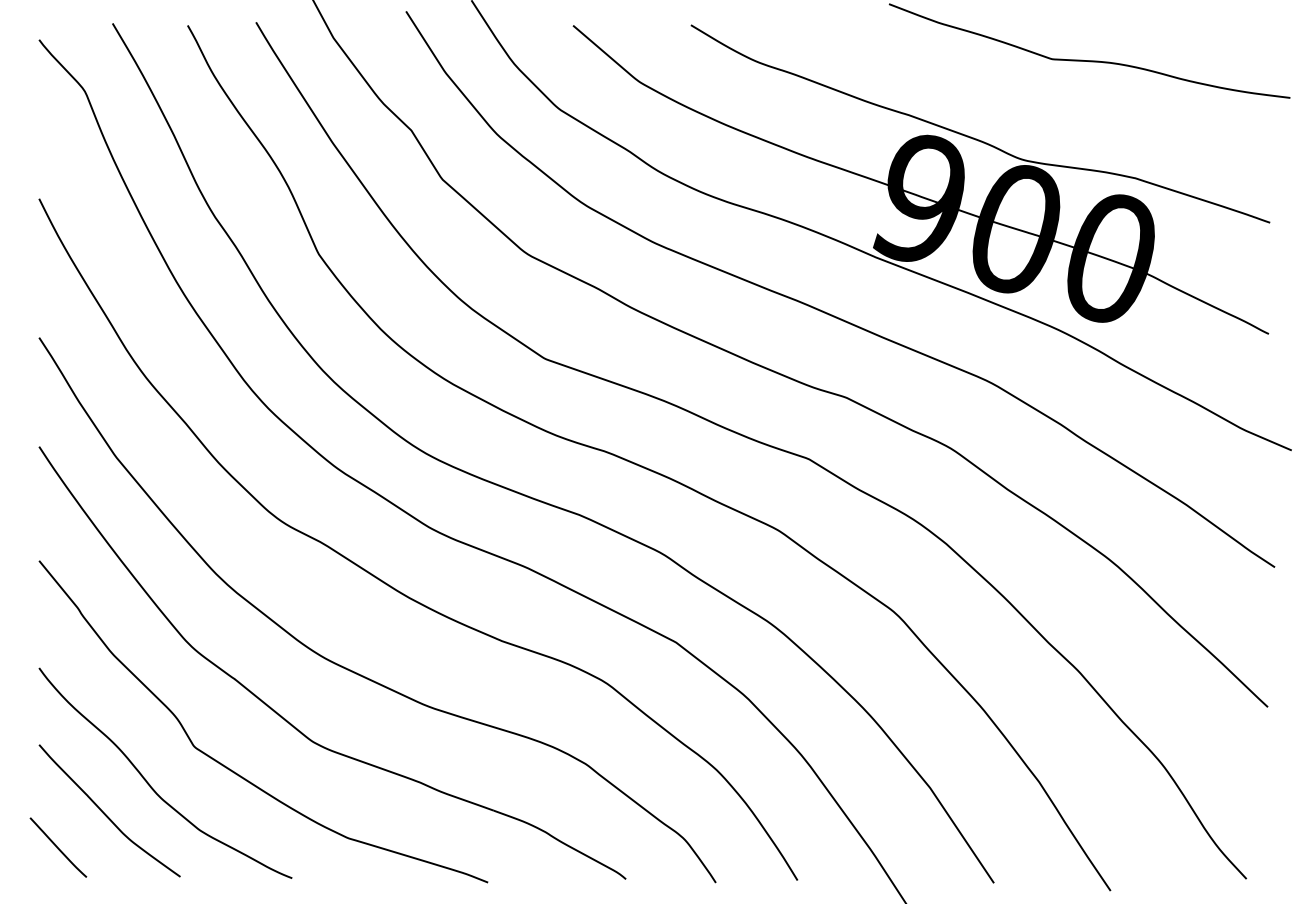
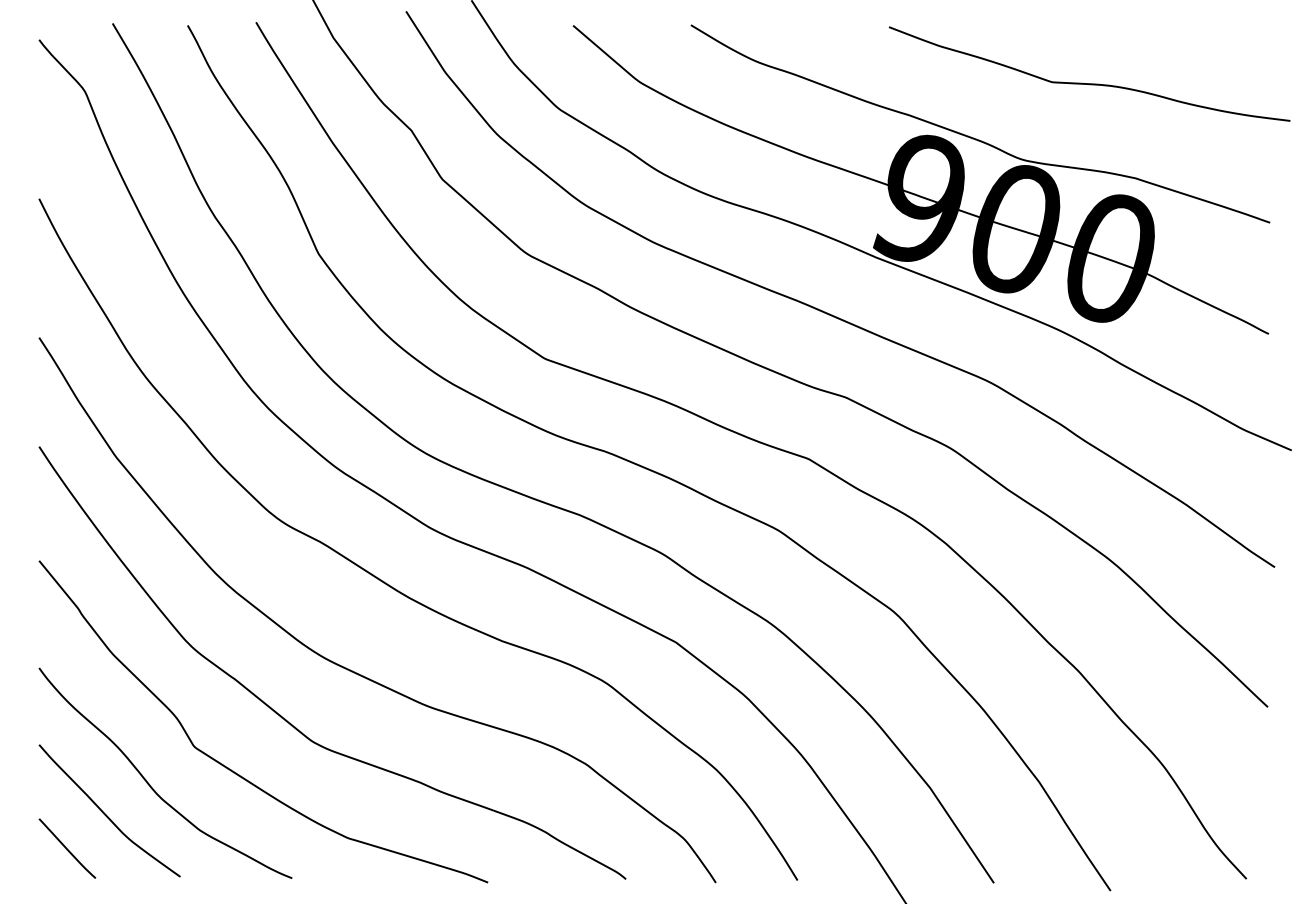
curve at (1089, 60) position: (1089, 60) -> (1089, 83)
curve at (58, 847) position: (58, 847) -> (67, 848)
